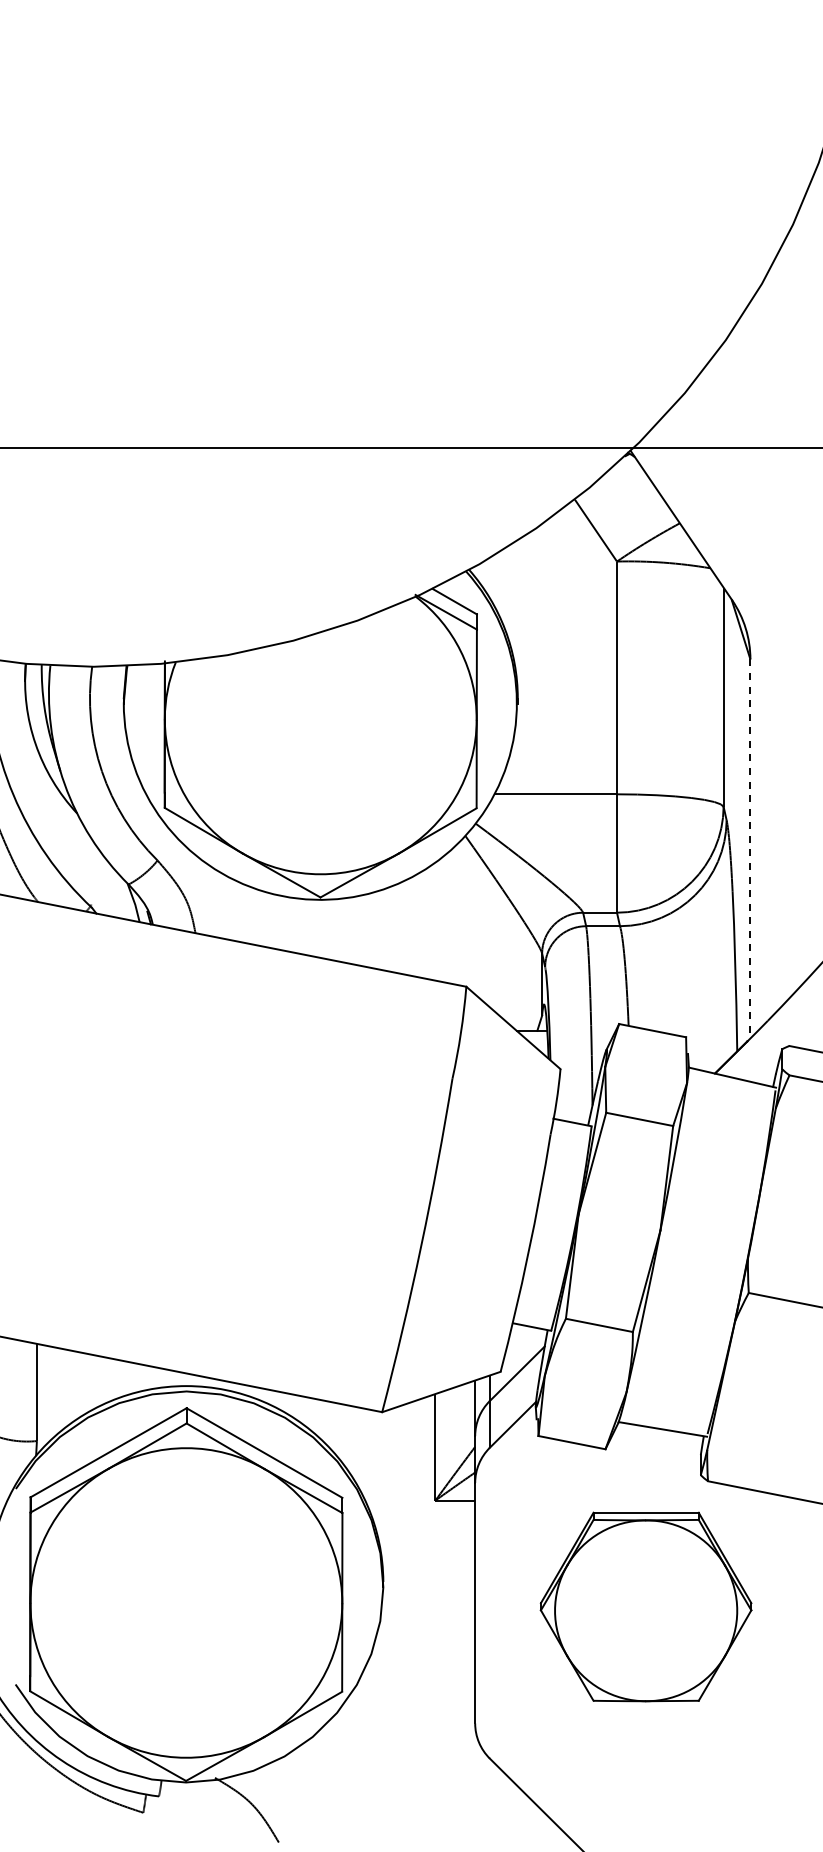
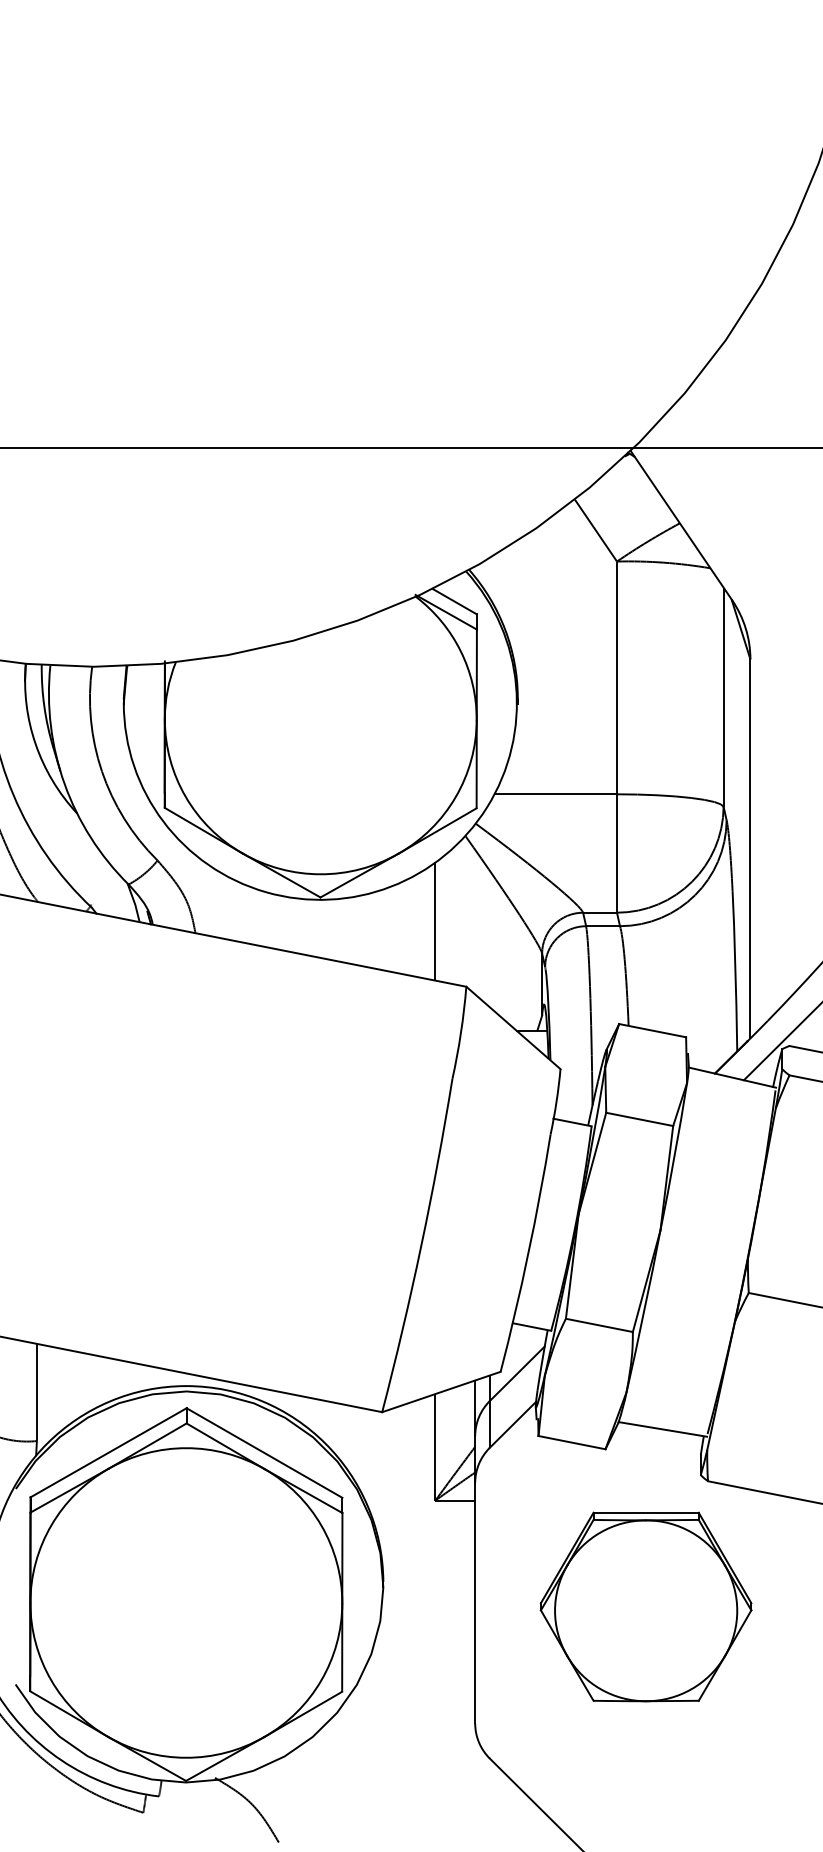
line at (750, 848): dashed -> solid
line at (435, 921): none -> present
line at (781, 1042): none -> present
